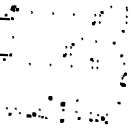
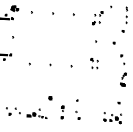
part at (73, 47): present -> none
part at (62, 111) size: 6x22 px -> 5x15 px
part at (98, 118) position: (98, 118) -> (112, 118)
